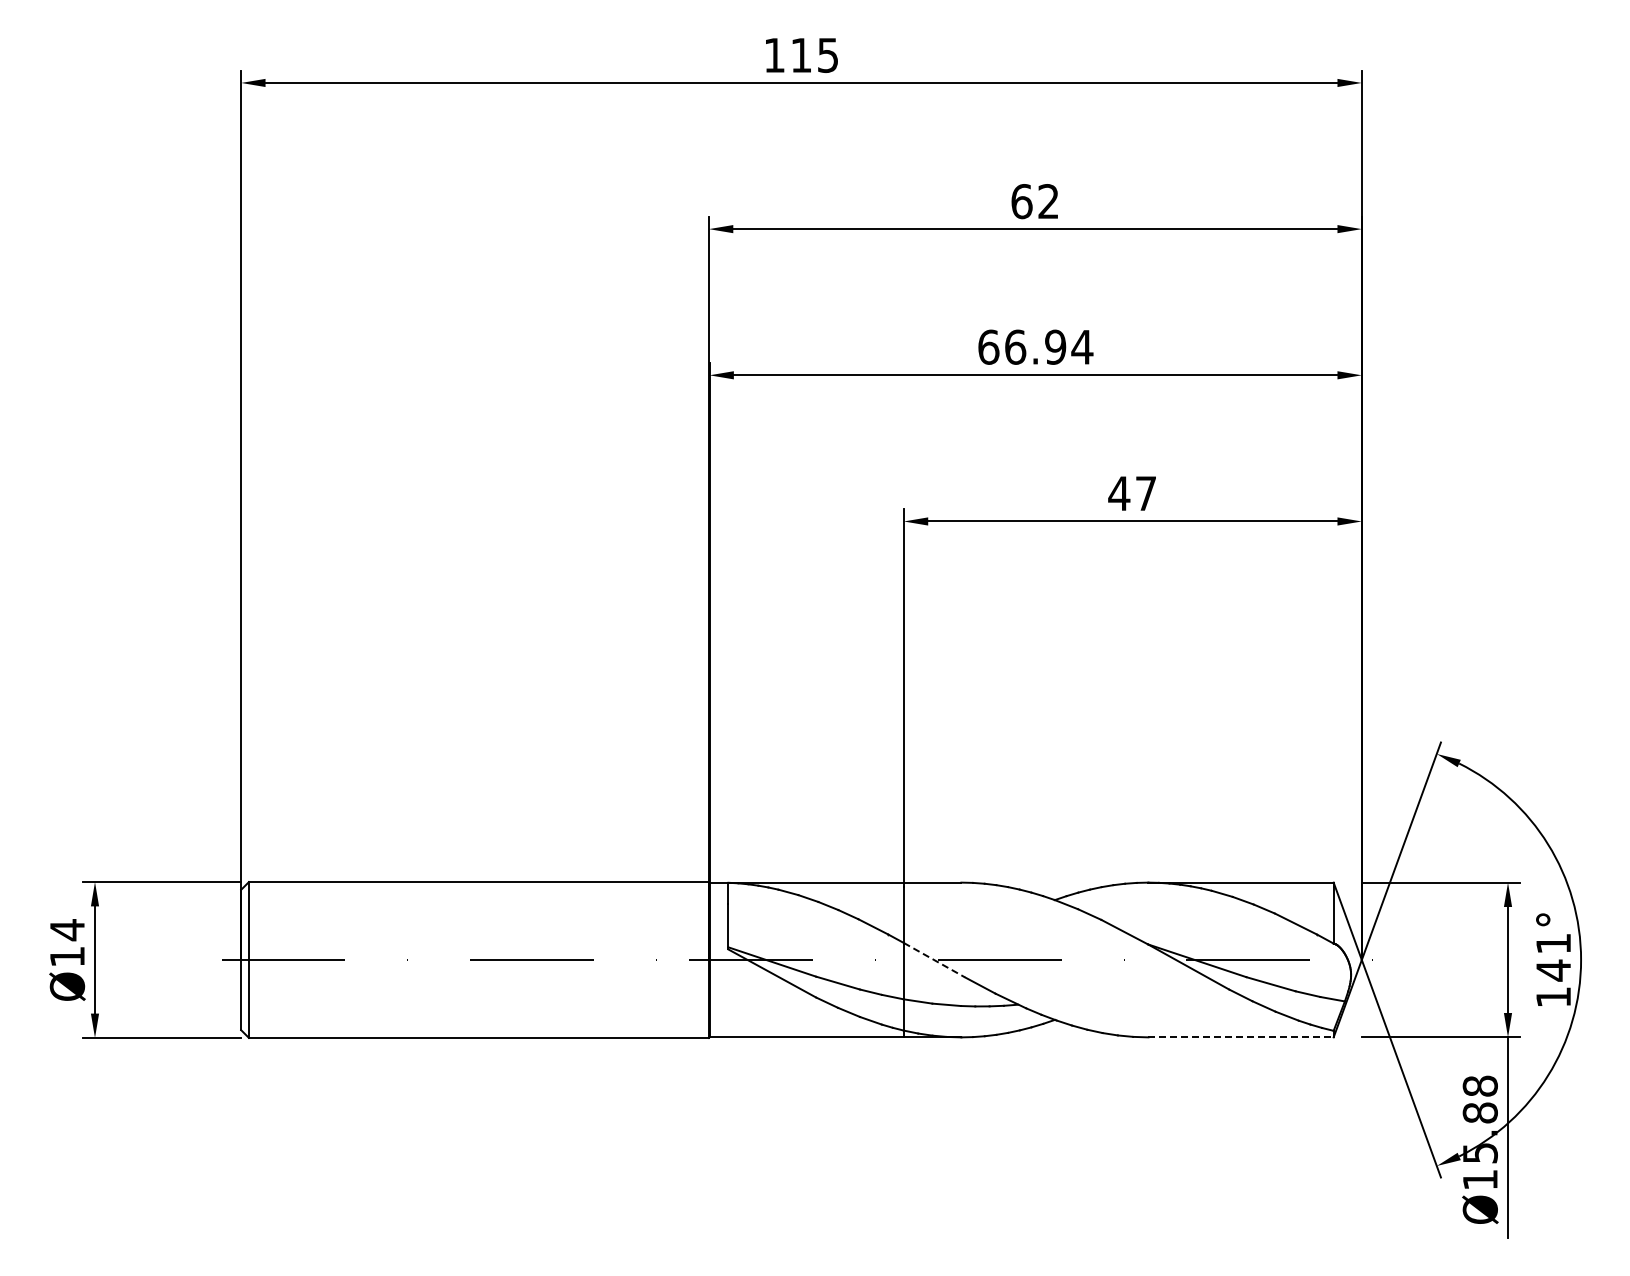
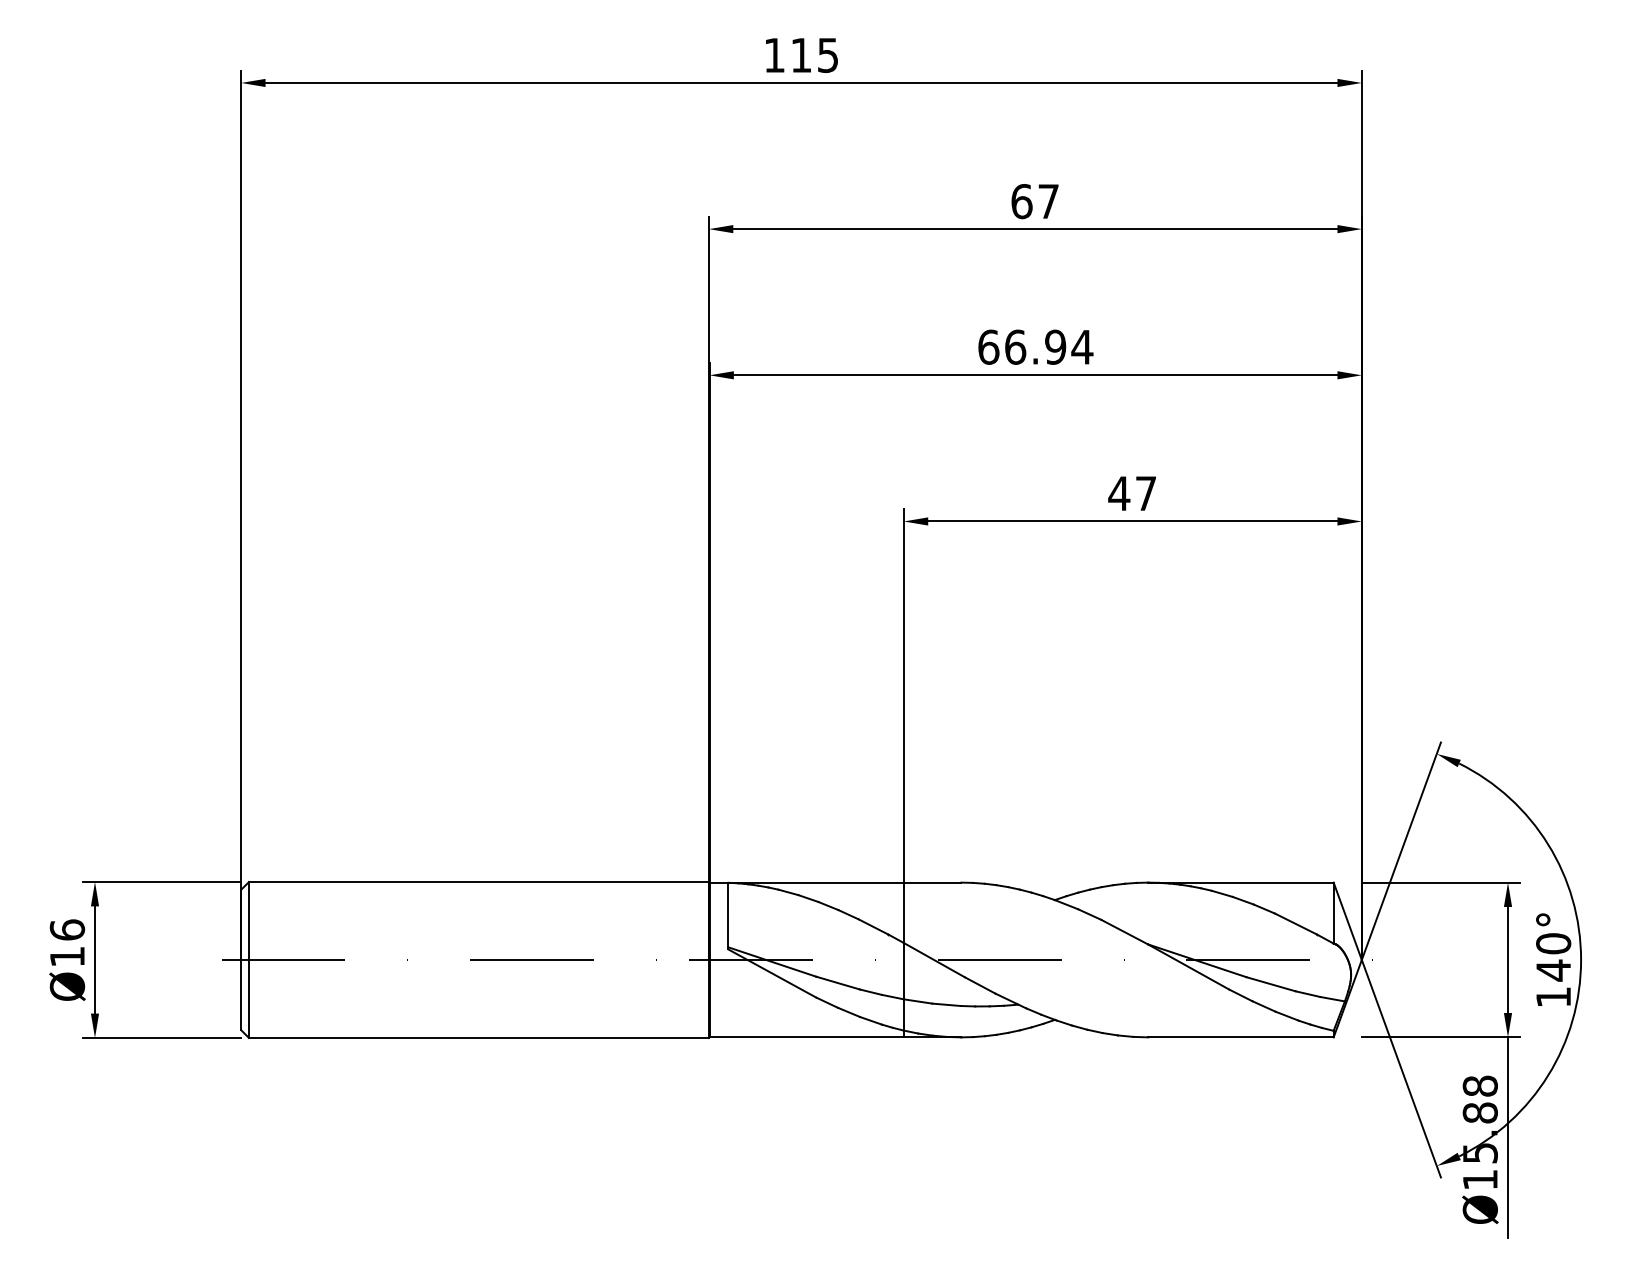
text at (1048, 201): 62 -> 67
text at (67, 930): Ø14 -> Ø16
text at (1553, 943): 141° -> 140°
line at (934, 960): dashed -> solid
line at (1241, 1037): dashed -> solid
